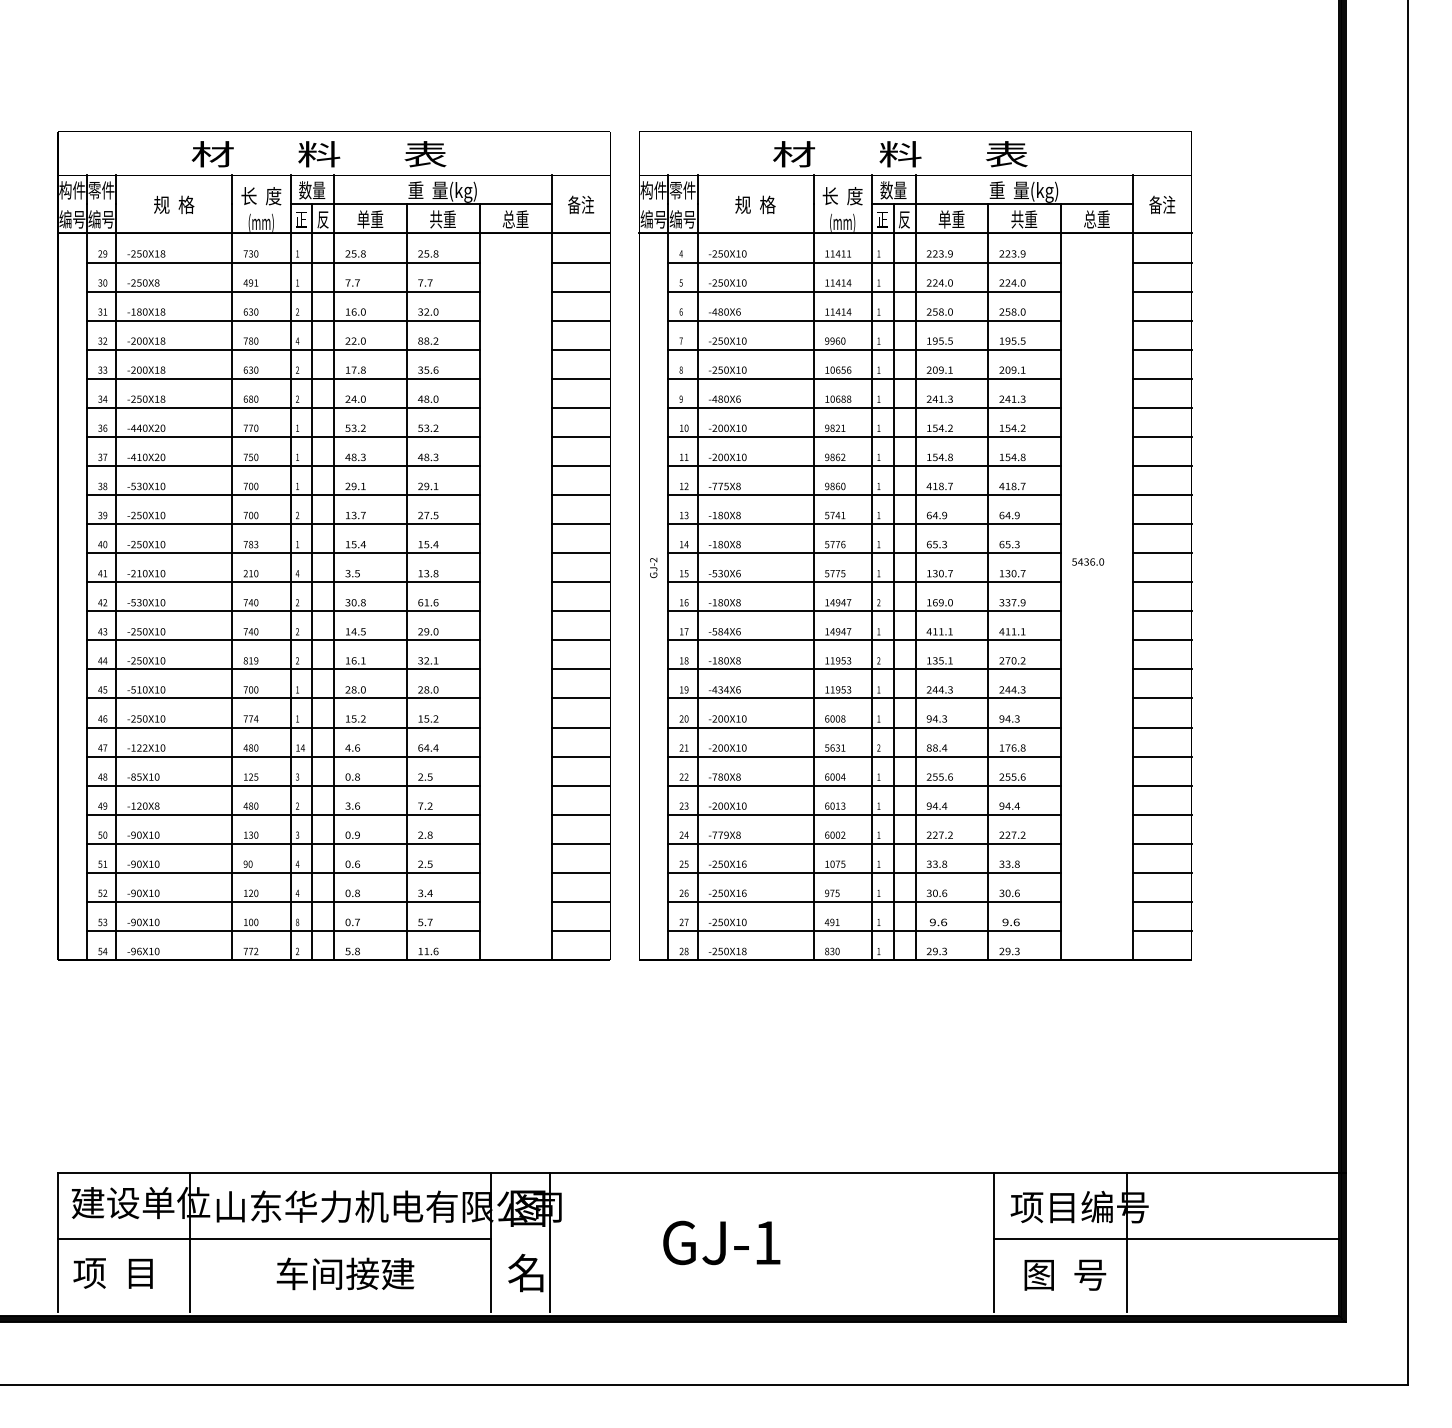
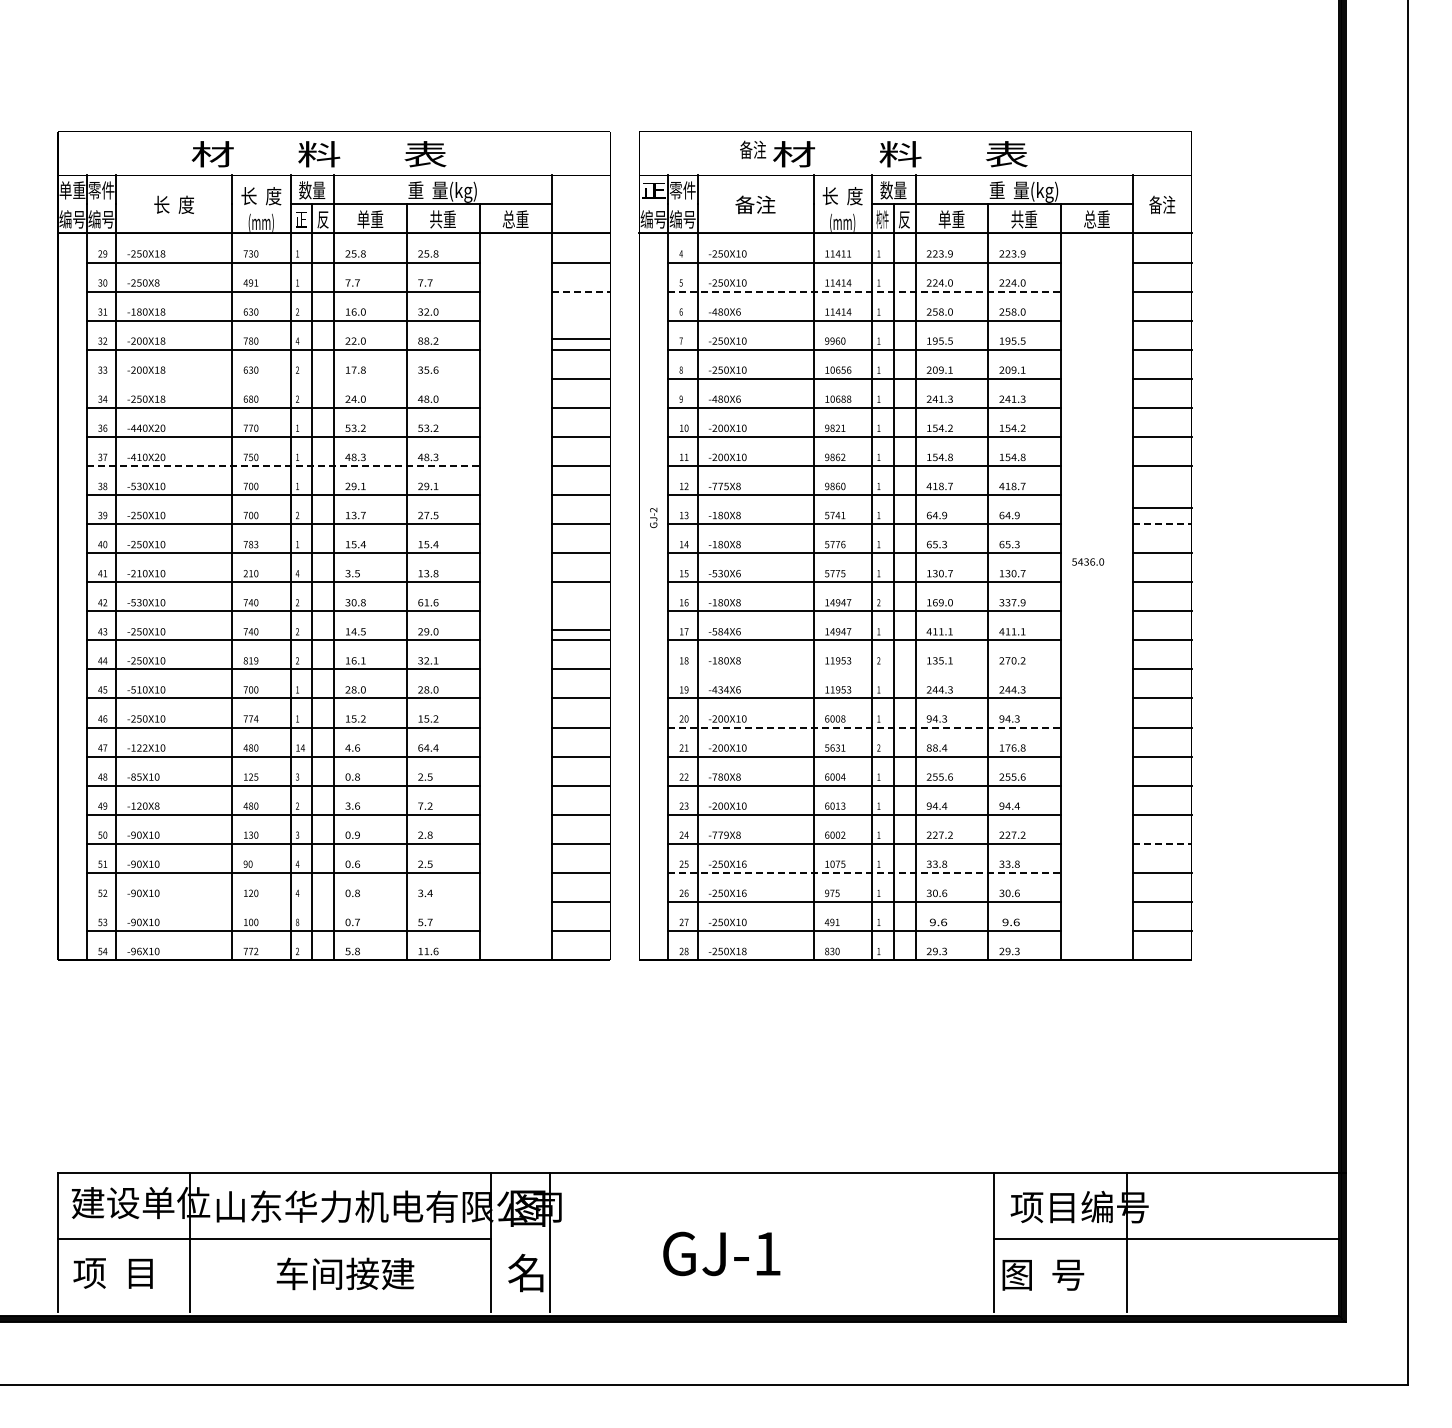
text at (72, 190): 构件 -> 单重
text at (653, 190): 构件 -> 正
text at (174, 204): 规  格 -> 长  度
text at (581, 204) position: (581, 204) -> (753, 149)
text at (755, 204): 规  格 -> 备注
text at (882, 219): 正 -> 构件
line at (581, 291): solid -> dashed
line at (865, 291): solid -> dashed
line at (581, 320) position: (581, 320) -> (581, 338)
line at (283, 378): present -> none
line at (283, 465): solid -> dashed
line at (1162, 495) position: (1162, 495) -> (1162, 508)
line at (1163, 524): solid -> dashed
text at (653, 568) position: (653, 568) -> (653, 518)
line at (581, 611) position: (581, 611) -> (581, 630)
line at (864, 669): present -> none
line at (865, 727): solid -> dashed
line at (1163, 843): solid -> dashed
line at (865, 872): solid -> dashed
line at (283, 901): present -> none
text at (721, 1242) position: (721, 1242) -> (721, 1253)
text at (1065, 1274) position: (1065, 1274) -> (1043, 1274)
